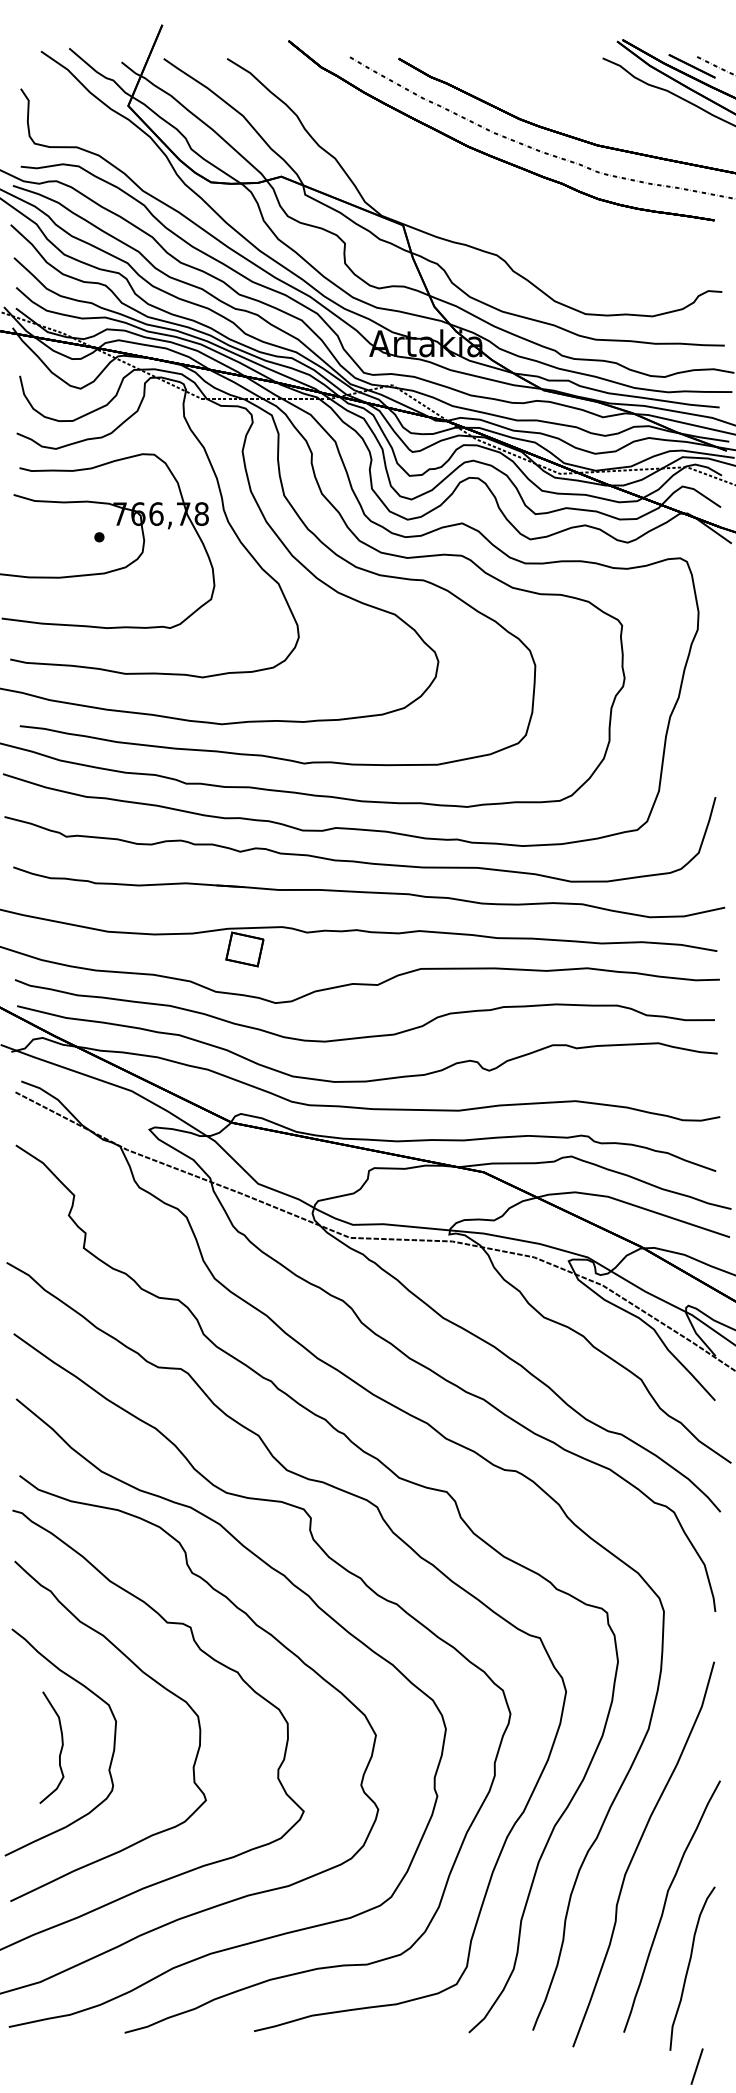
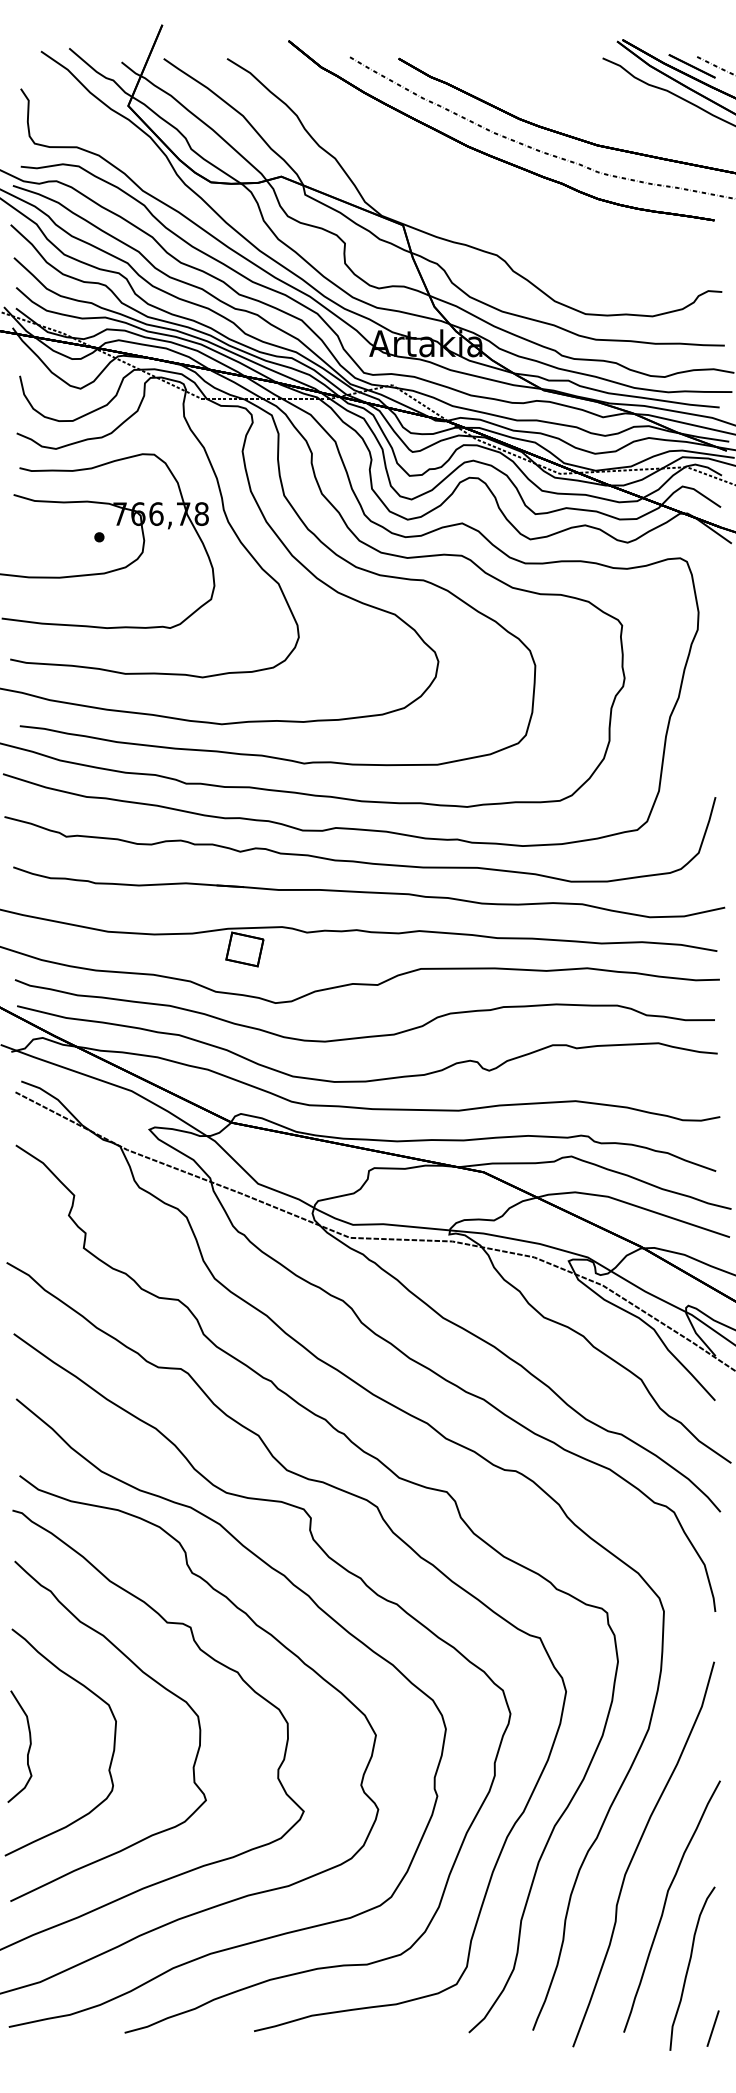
curve at (60, 1749) position: (60, 1749) -> (28, 1748)
line at (696, 2066) position: (696, 2066) -> (712, 2028)
